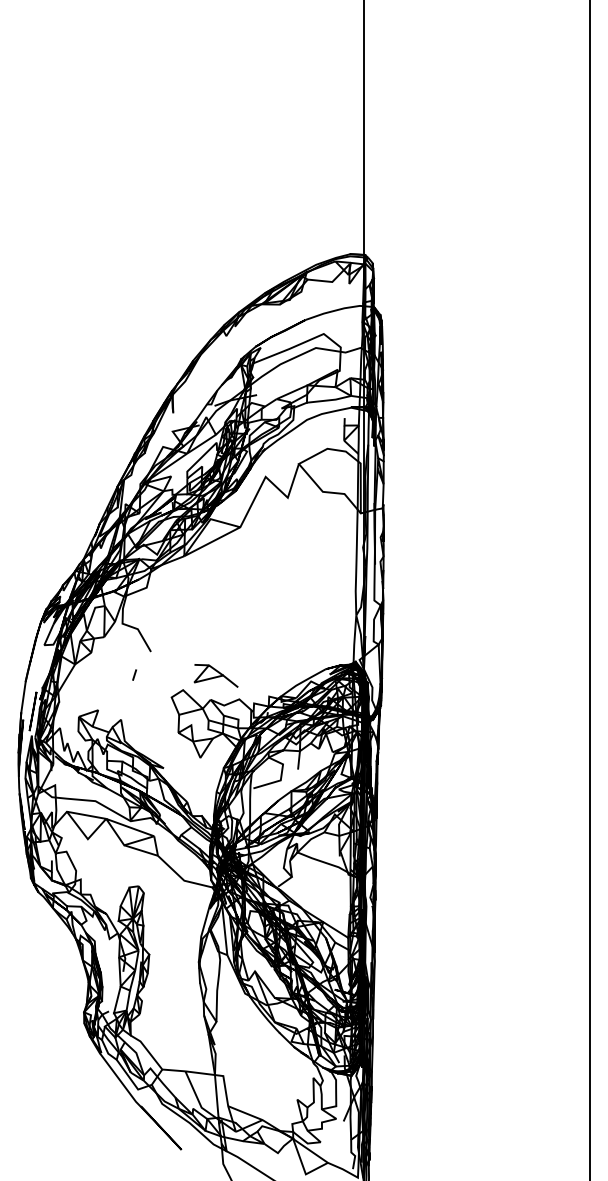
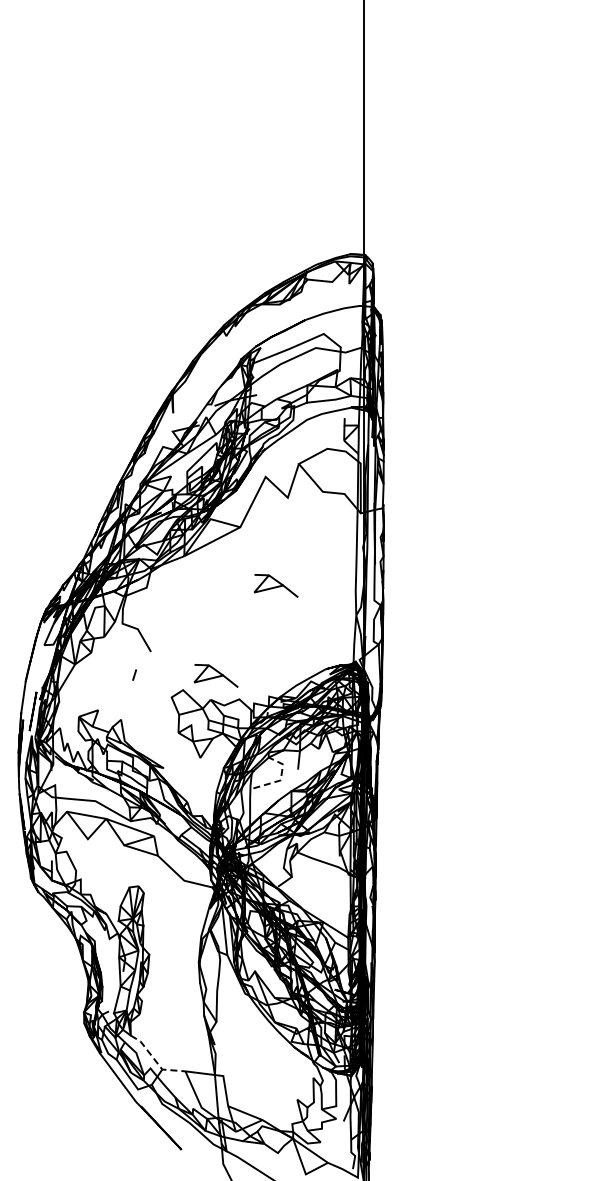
part at (275, 585): none -> present
line at (589, 589): present -> none
line at (281, 778): solid -> dashed
line at (155, 1060): solid -> dashed
